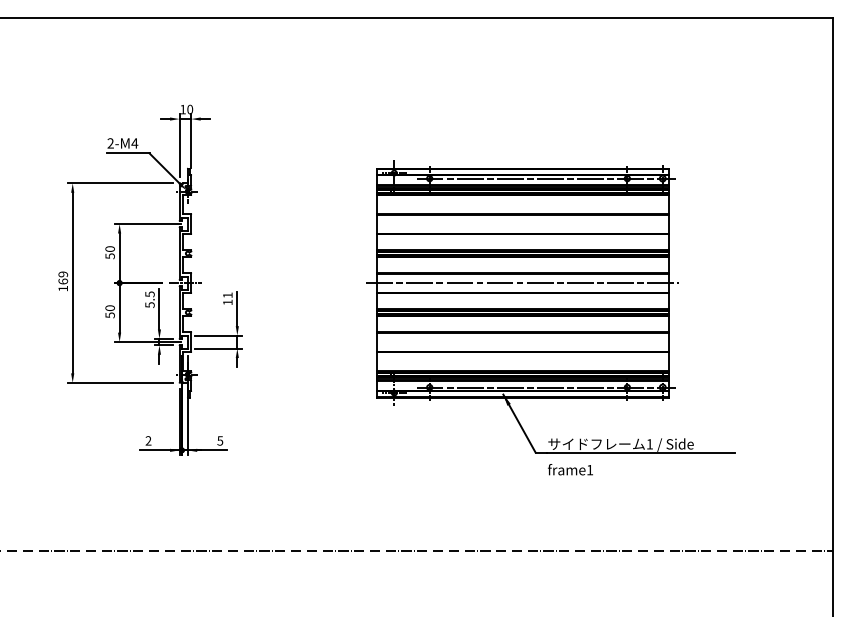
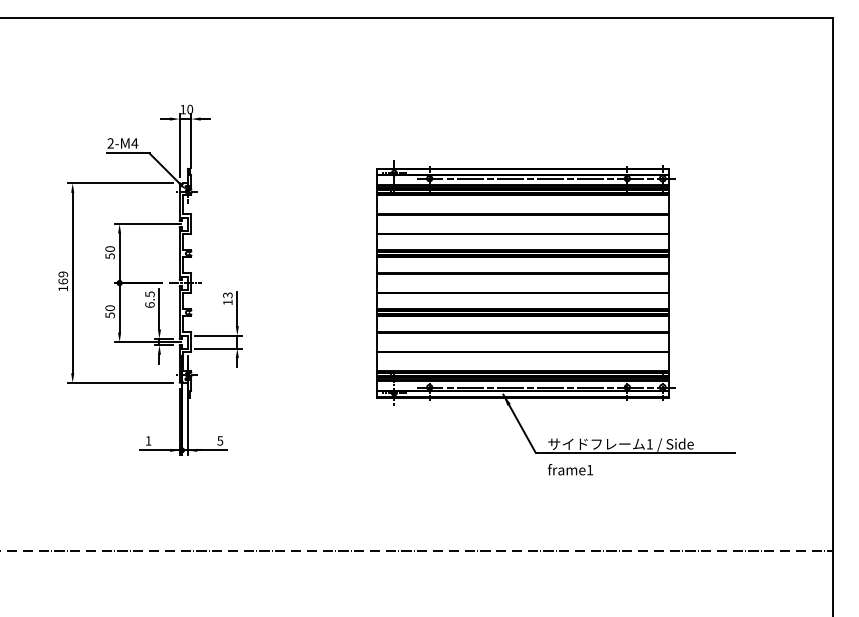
line at (522, 283): present -> none
text at (227, 295): 11 -> 13
text at (149, 304): 5.5 -> 6.5
text at (148, 440): 2 -> 1
